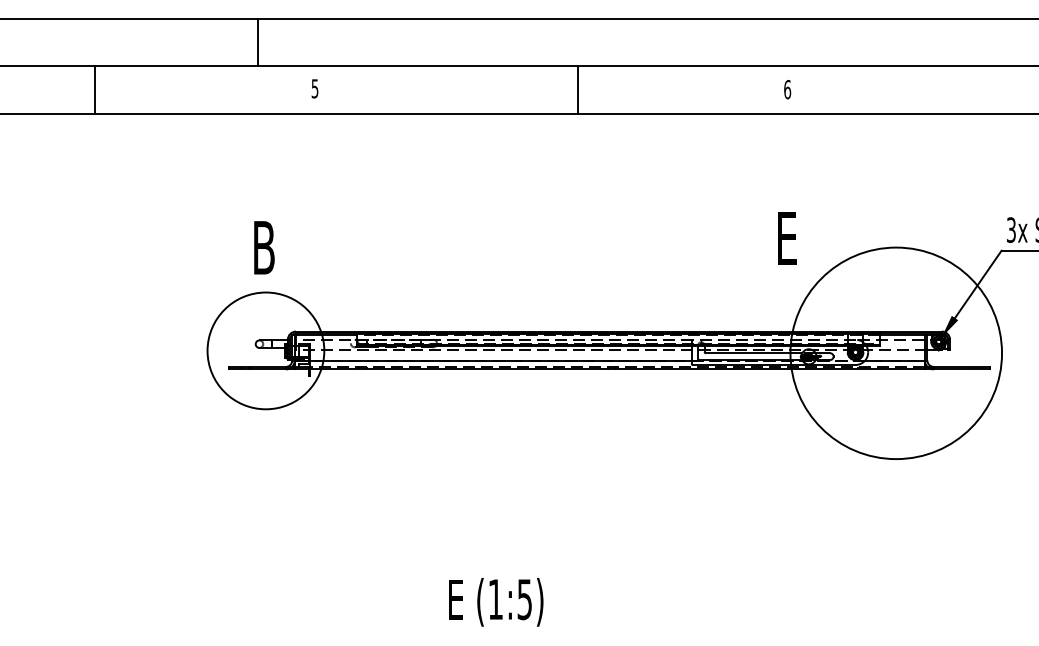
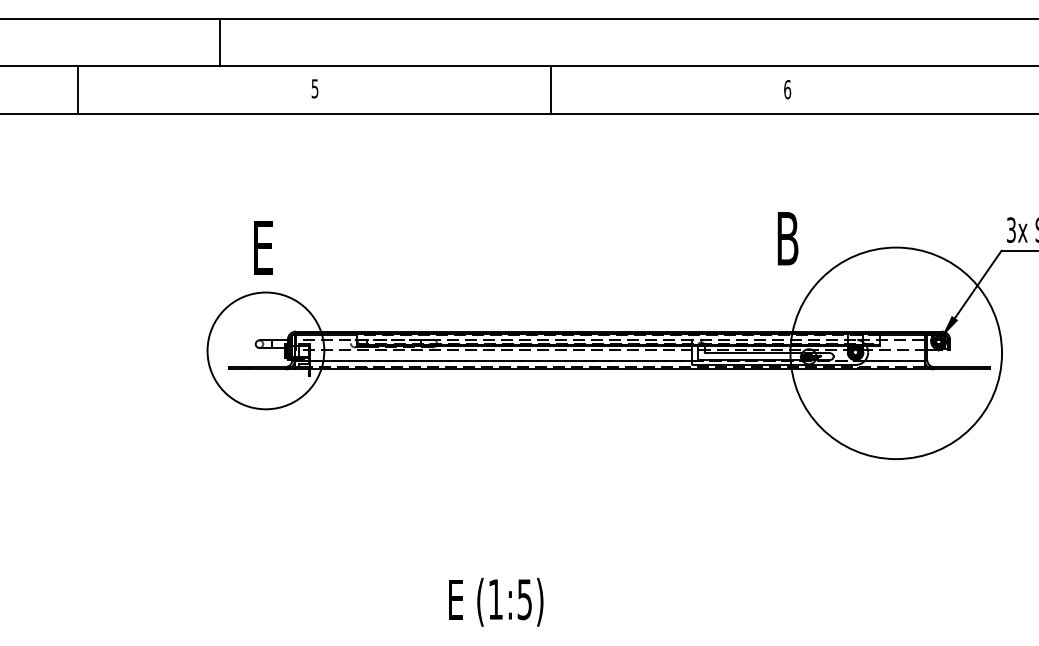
line at (258, 42) position: (258, 42) -> (220, 42)
line at (95, 89) position: (95, 89) -> (78, 89)
line at (578, 89) position: (578, 89) -> (551, 89)
text at (787, 238): E -> B
text at (264, 247): B -> E
